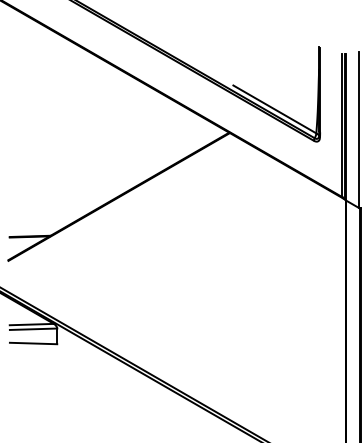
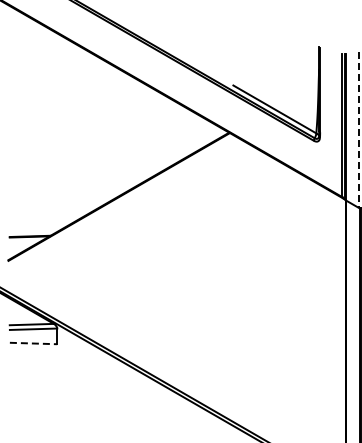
line at (359, 130): solid -> dashed
line at (33, 343): solid -> dashed
